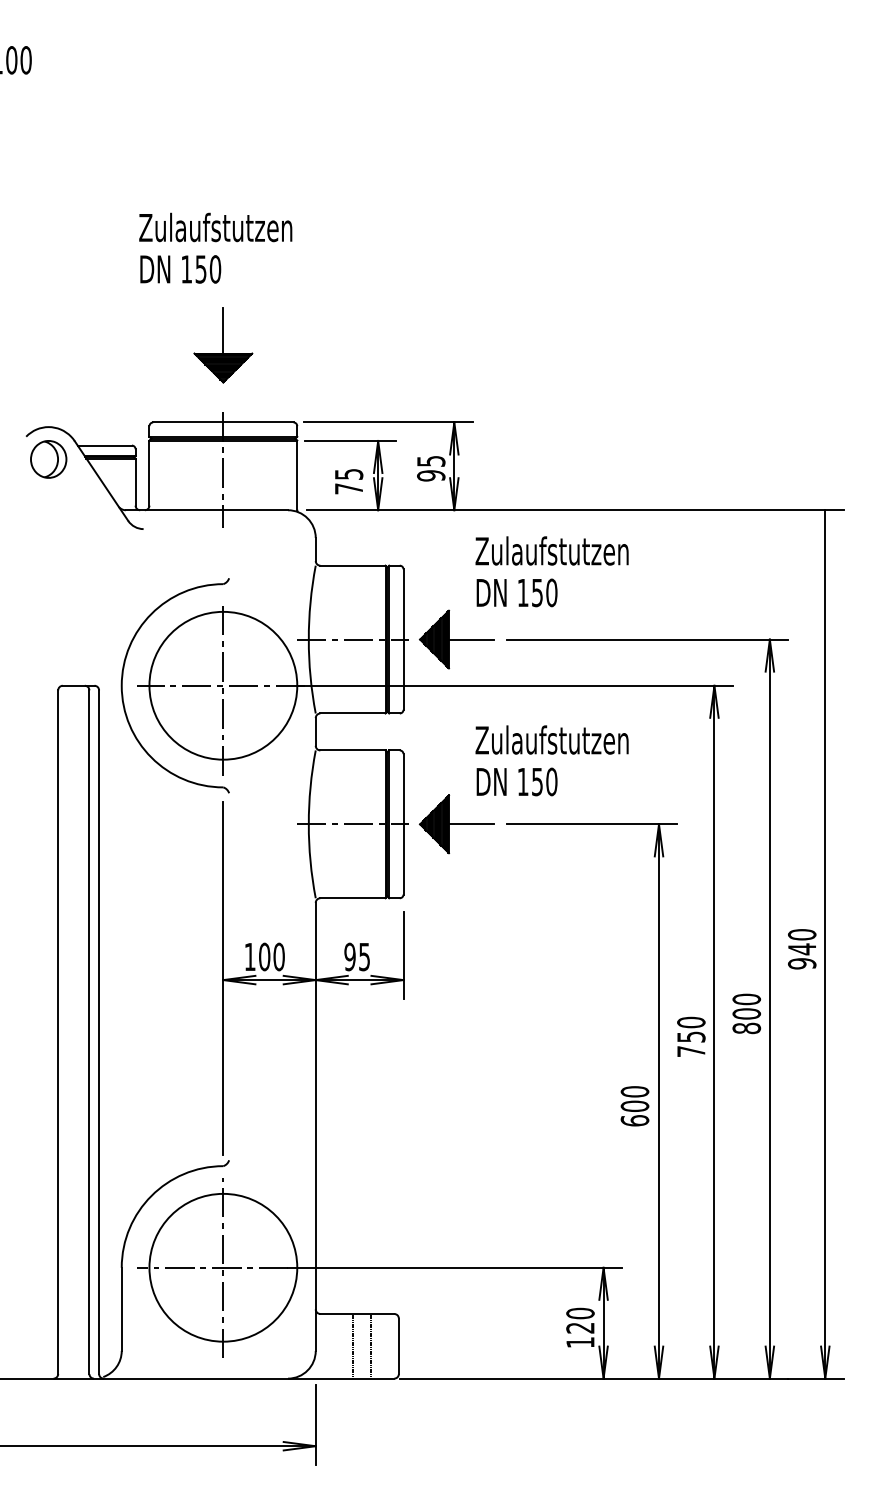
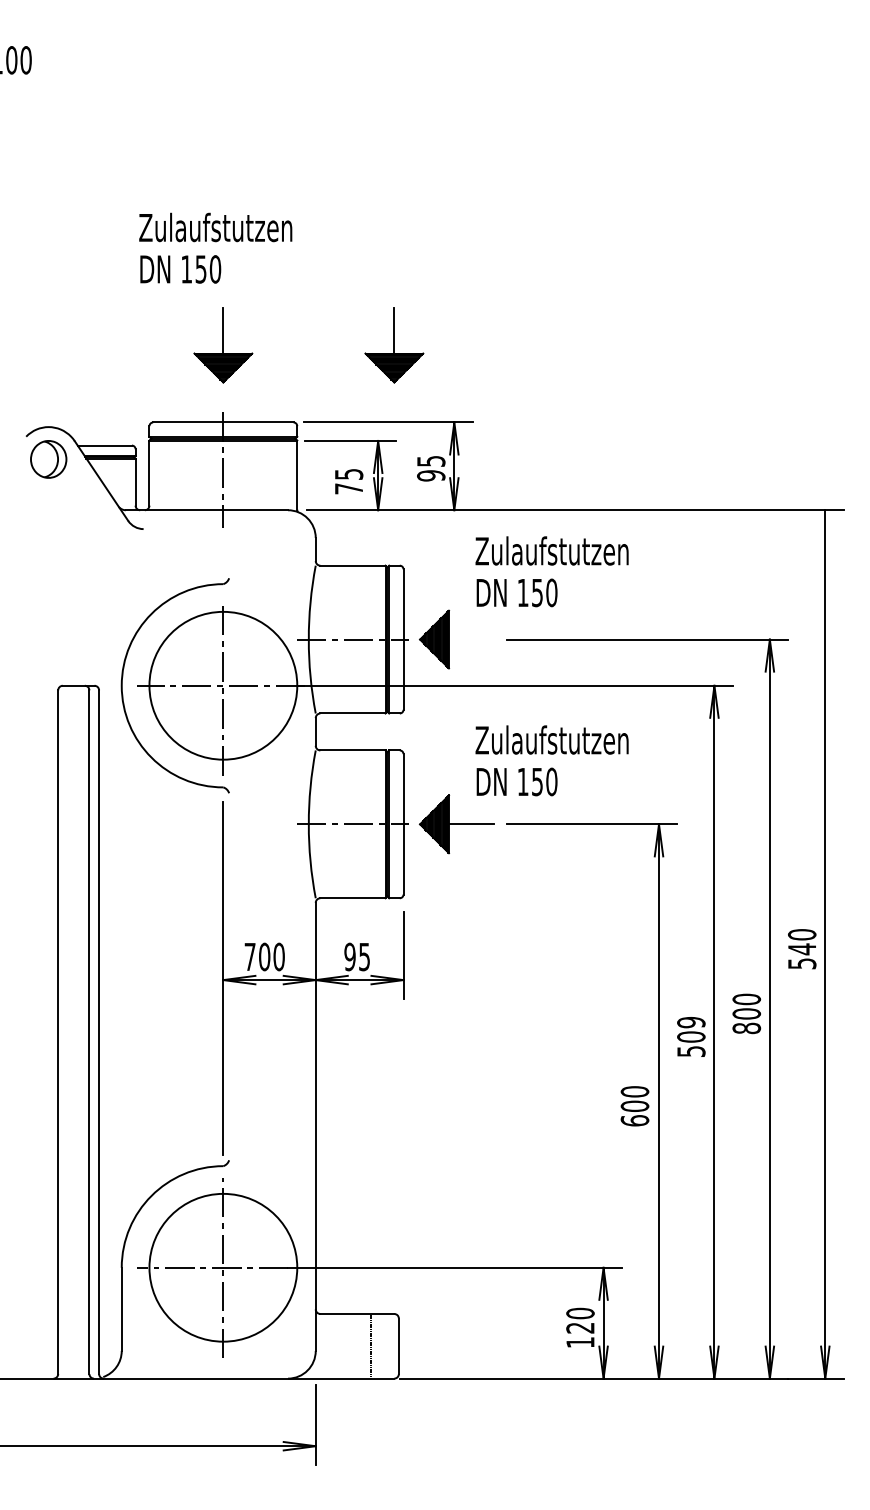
part at (394, 345): none -> present
line at (470, 639): present -> none
text at (249, 956): 100 -> 700
text at (802, 963): 940 -> 540
text at (691, 1036): 750 -> 509
line at (352, 1345): present -> none
